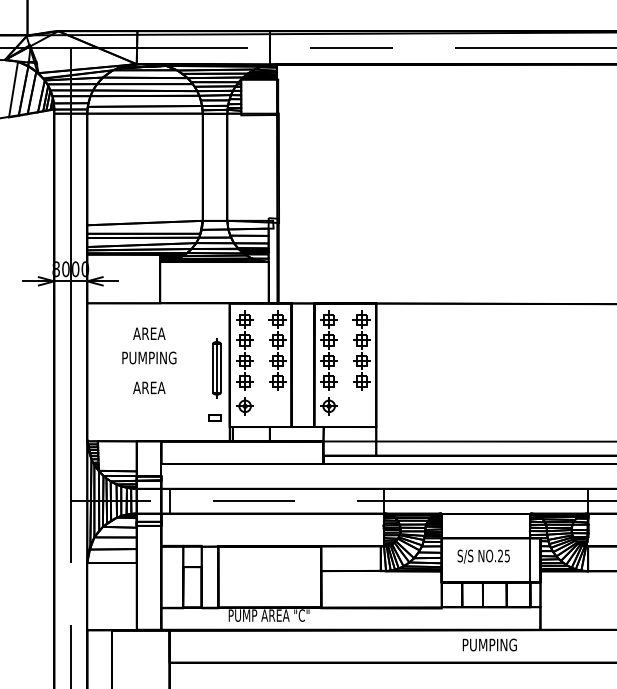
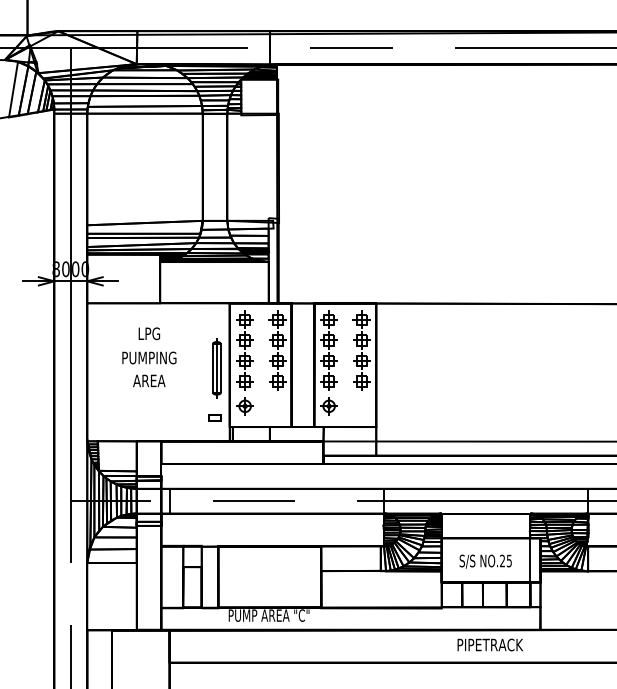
text at (149, 333): AREA -> LPG
text at (149, 387) position: (149, 387) -> (149, 380)
text at (483, 556) position: (483, 556) -> (485, 561)
text at (489, 644): PUMPING -> PIPETRACK
